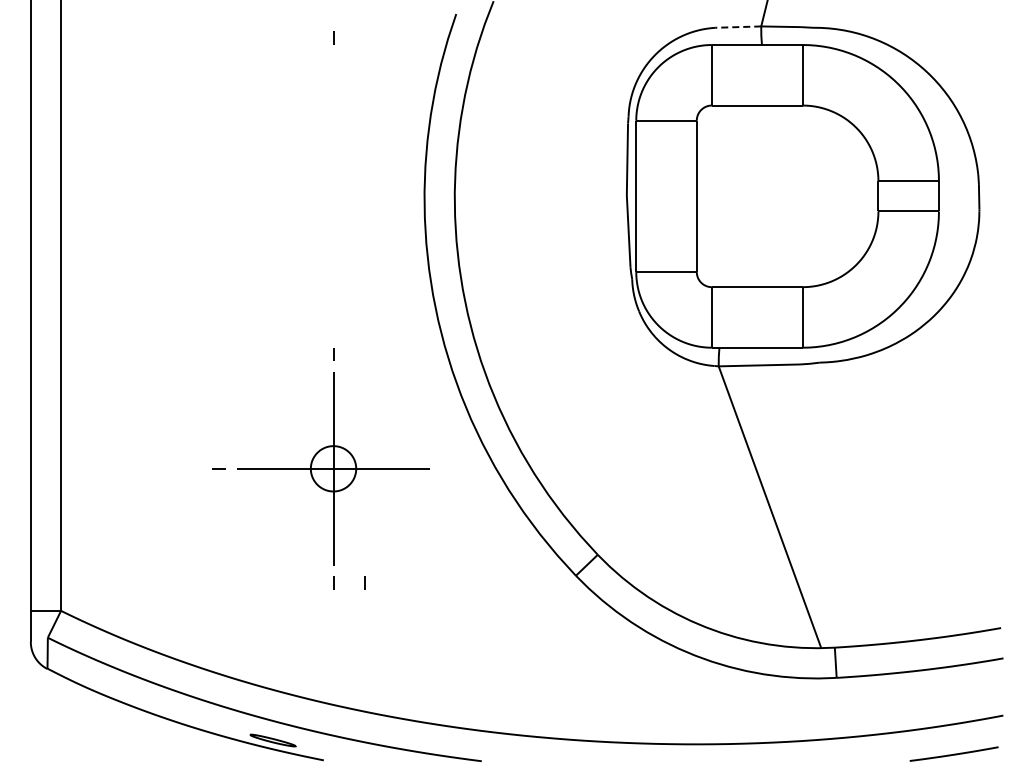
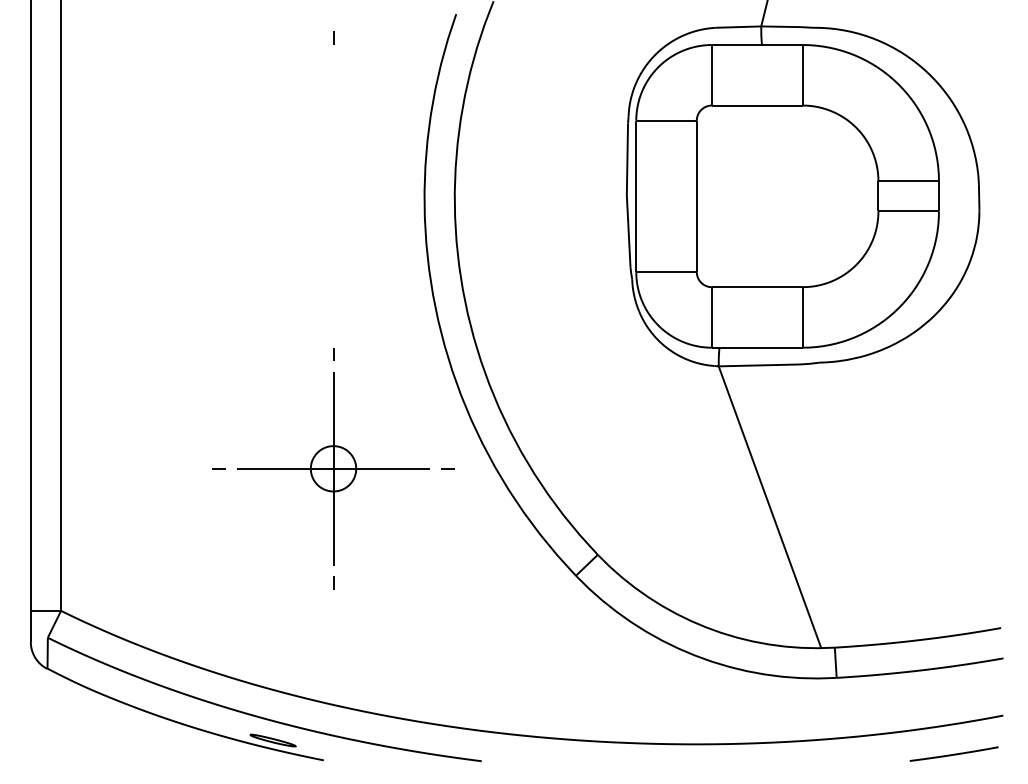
line at (738, 27): dashed -> solid
line at (447, 468): none -> present
line at (364, 582): present -> none
